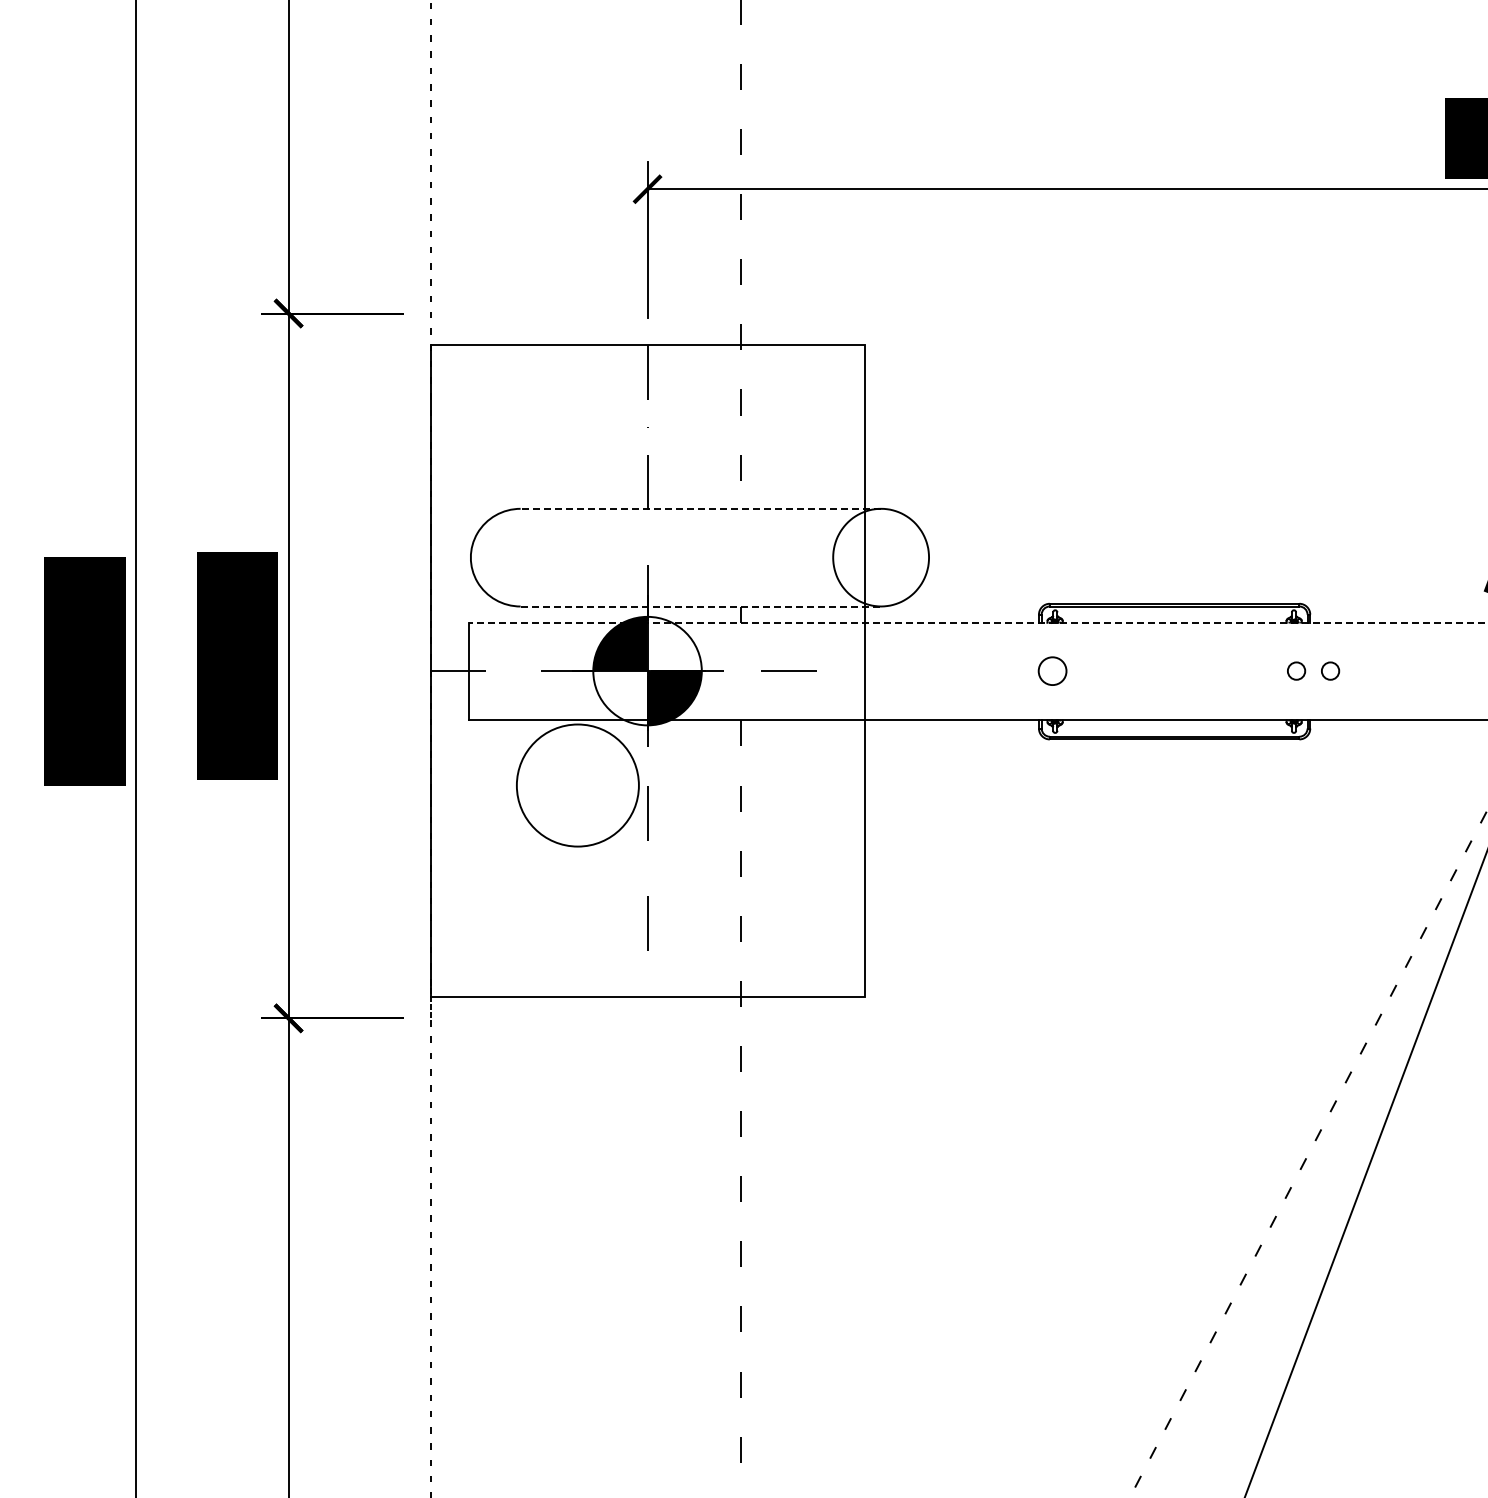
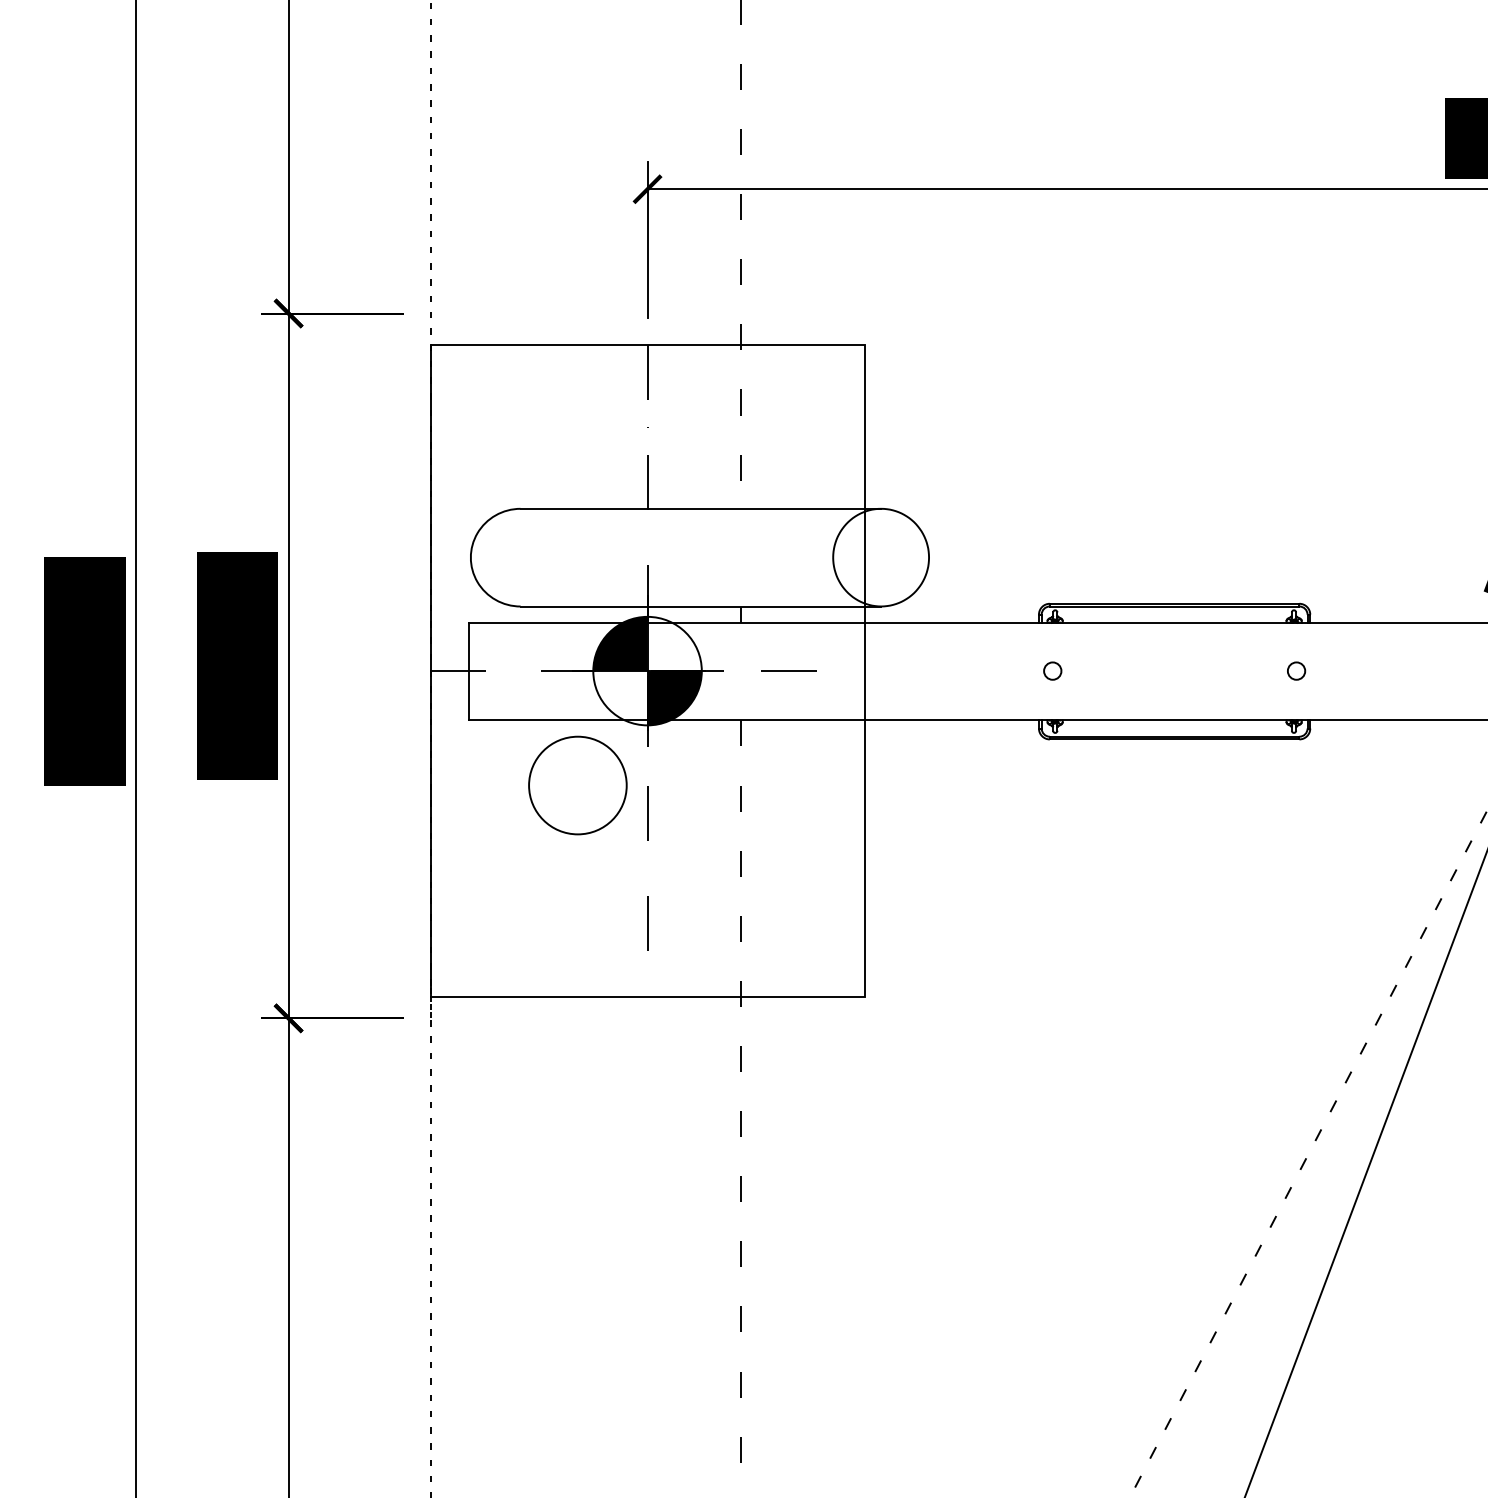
line at (700, 508): dashed -> solid
line at (701, 606): dashed -> solid
line at (978, 622): dashed -> solid
circle at (1052, 670) size: 31x30 px -> 20x20 px
circle at (1330, 670): present -> none
circle at (577, 785) diameter: 122 px -> 98 px
